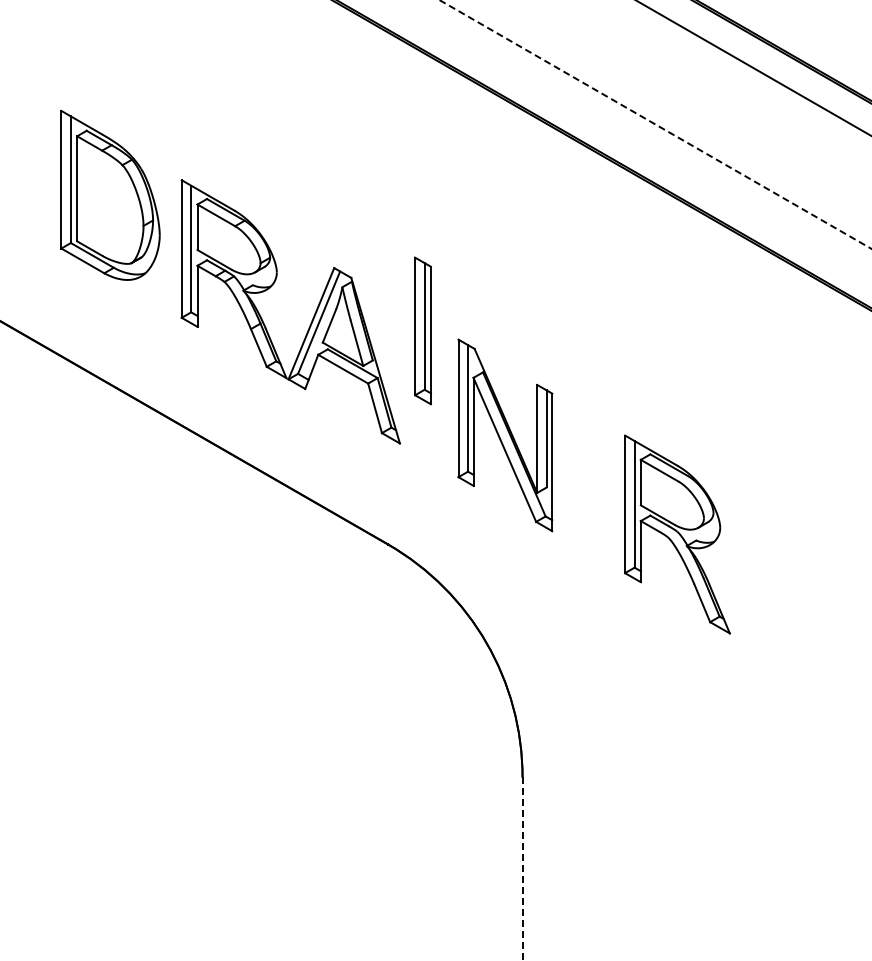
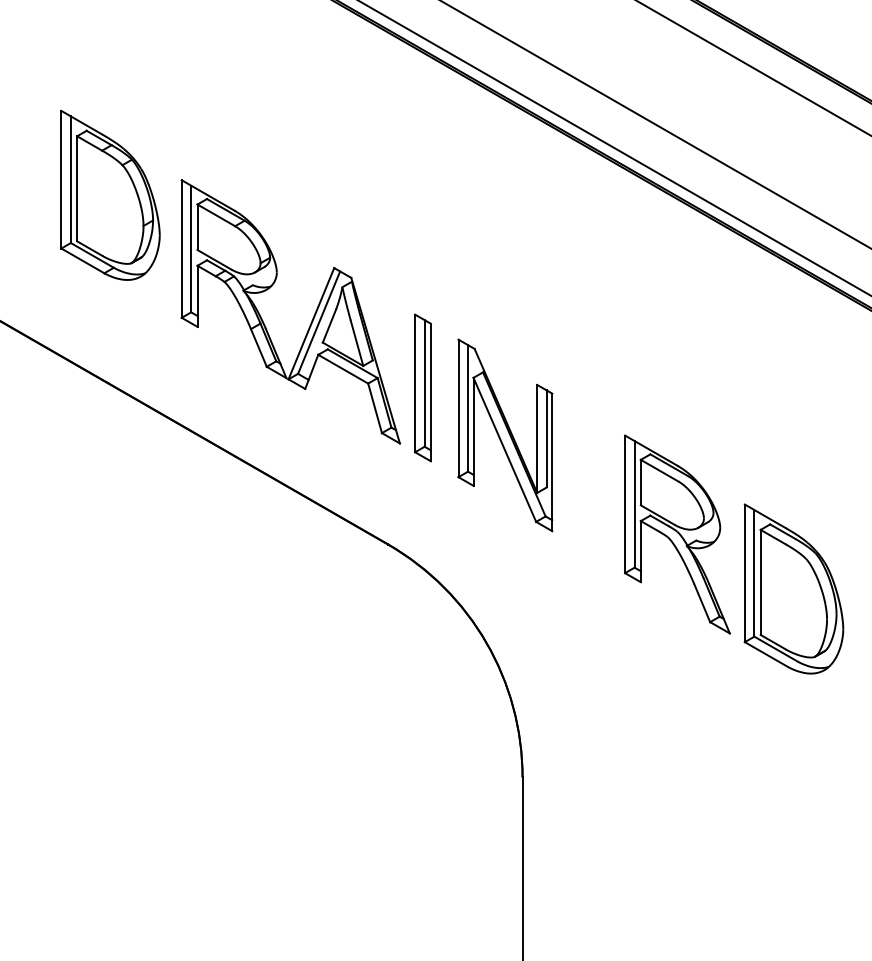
line at (656, 124): dashed -> solid
line at (614, 148): none -> present
part at (422, 330) position: (422, 330) -> (422, 387)
part at (793, 588): none -> present
line at (522, 869): dashed -> solid
